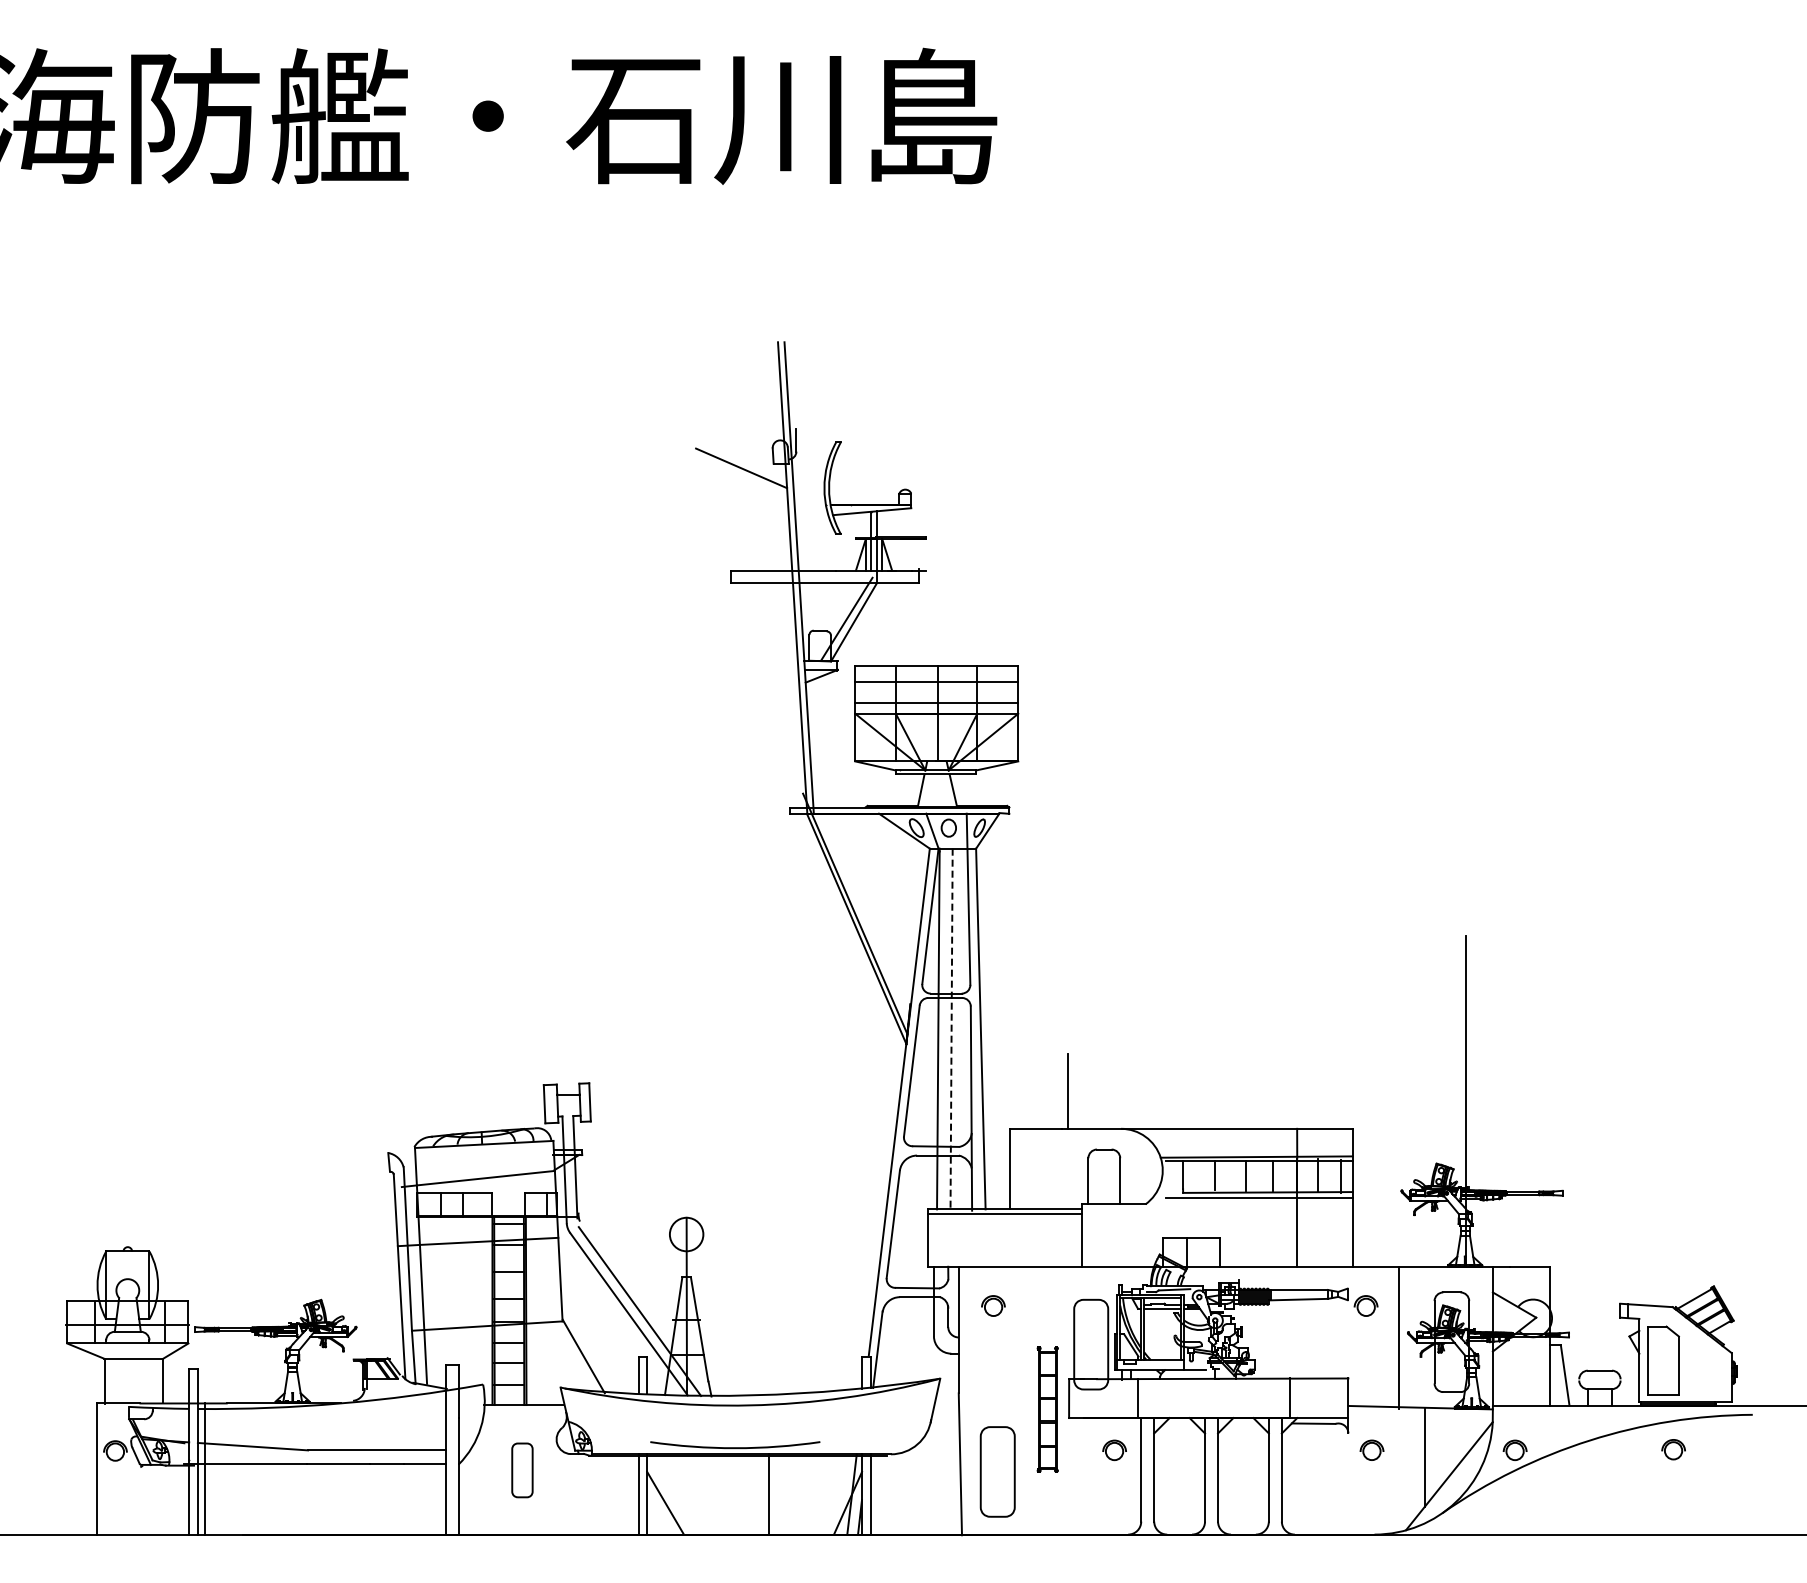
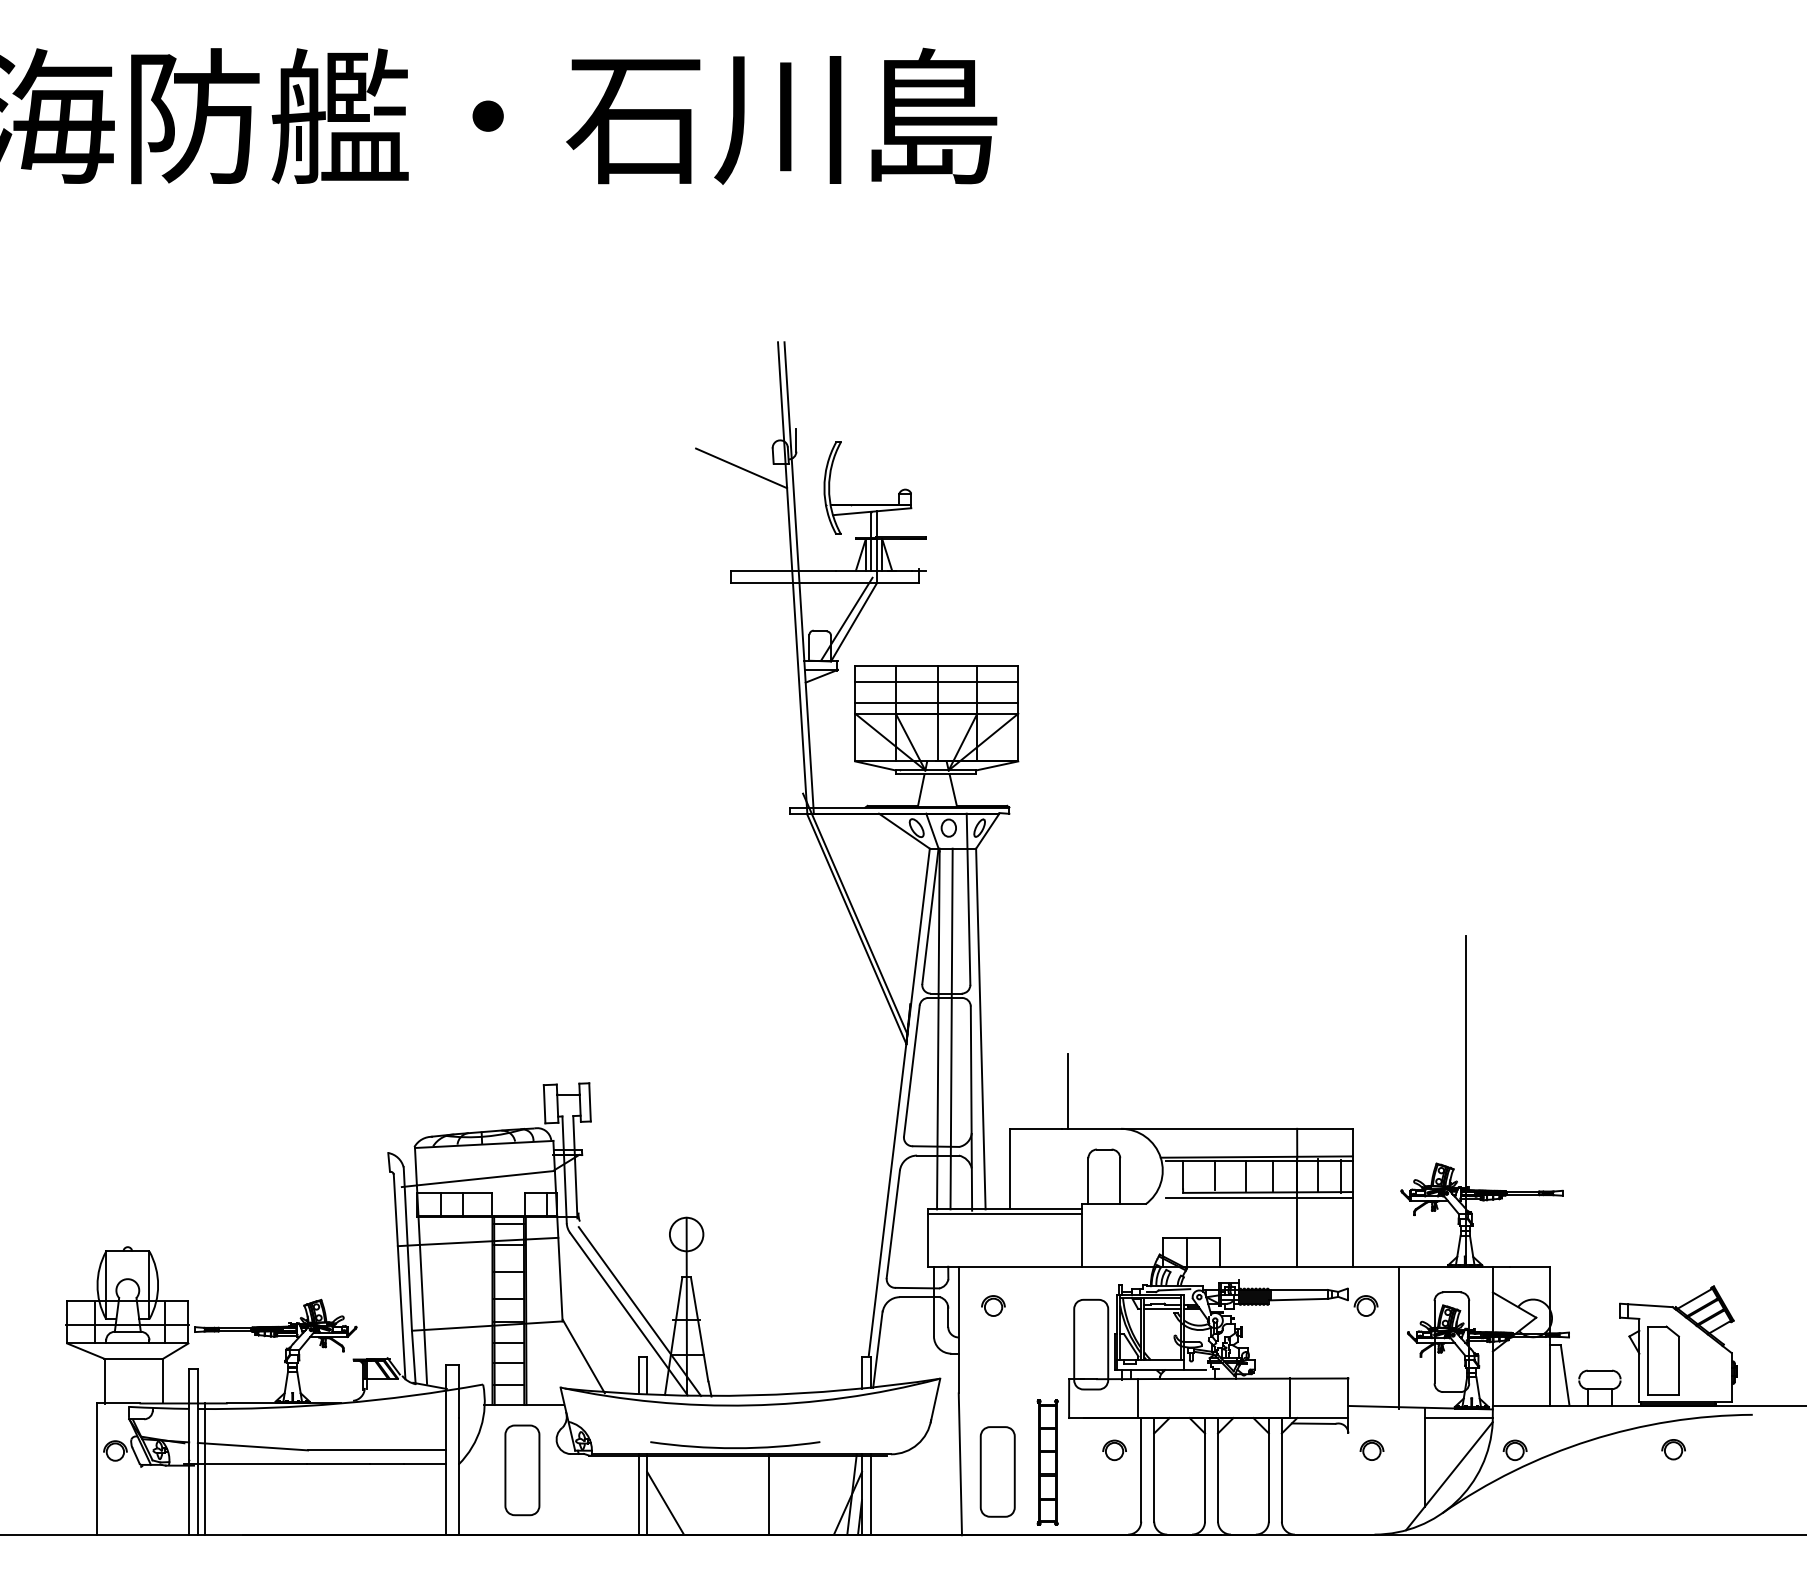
line at (951, 1029): dashed -> solid
part at (1047, 1409) position: (1047, 1409) -> (1047, 1462)
line at (1458, 1418): none -> present
part at (522, 1470) size: 23x57 px -> 37x93 px
